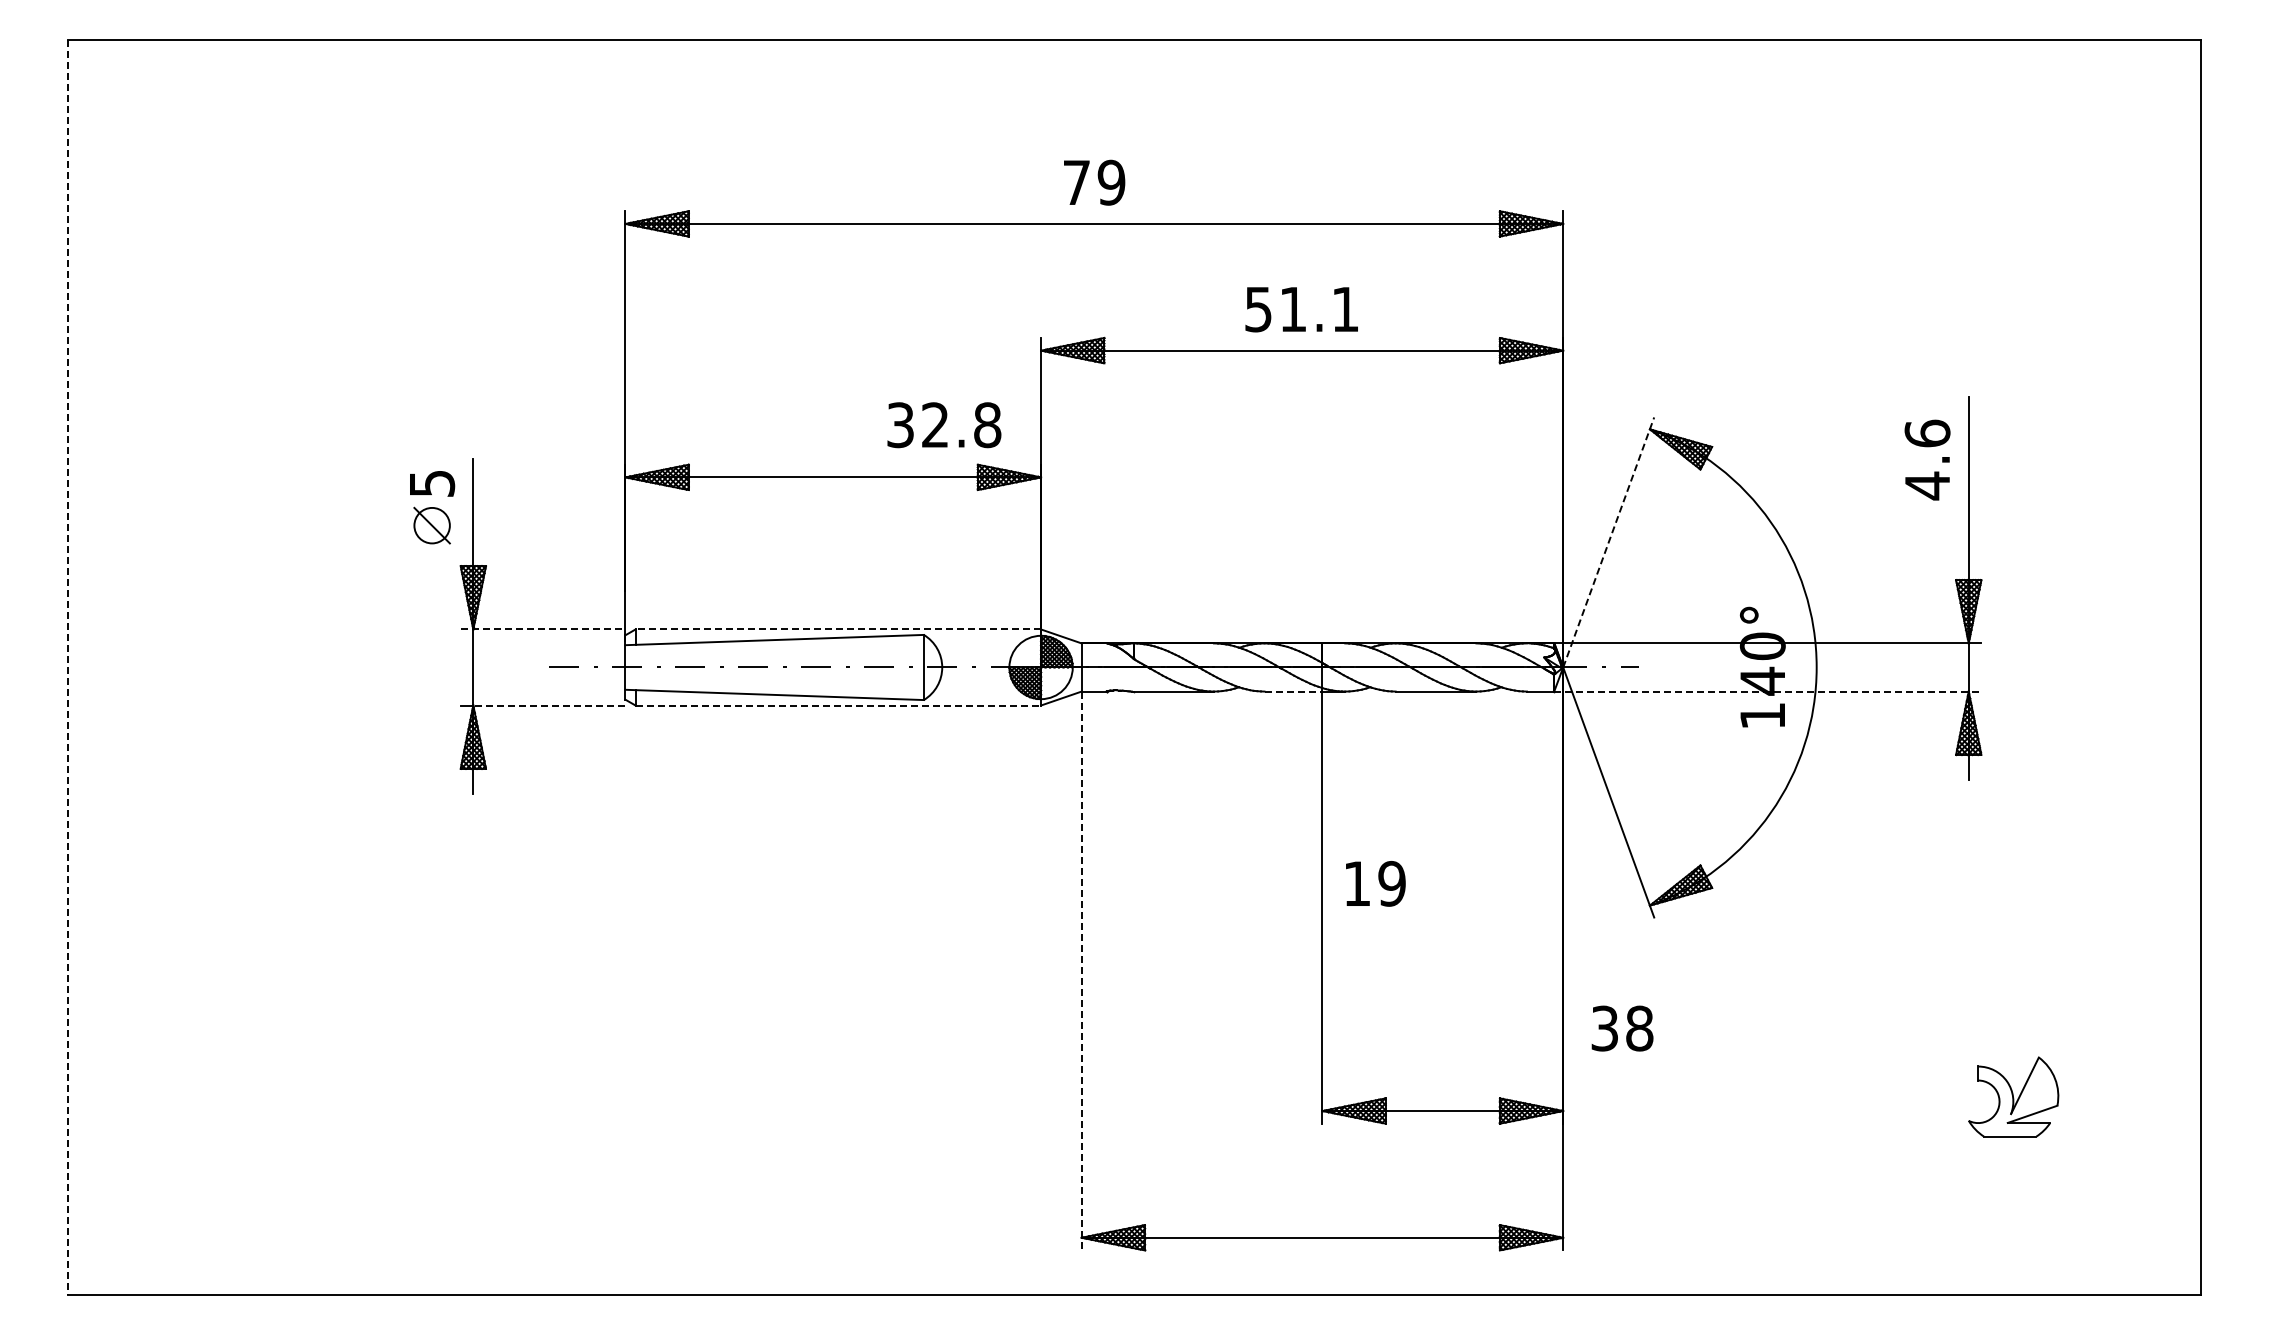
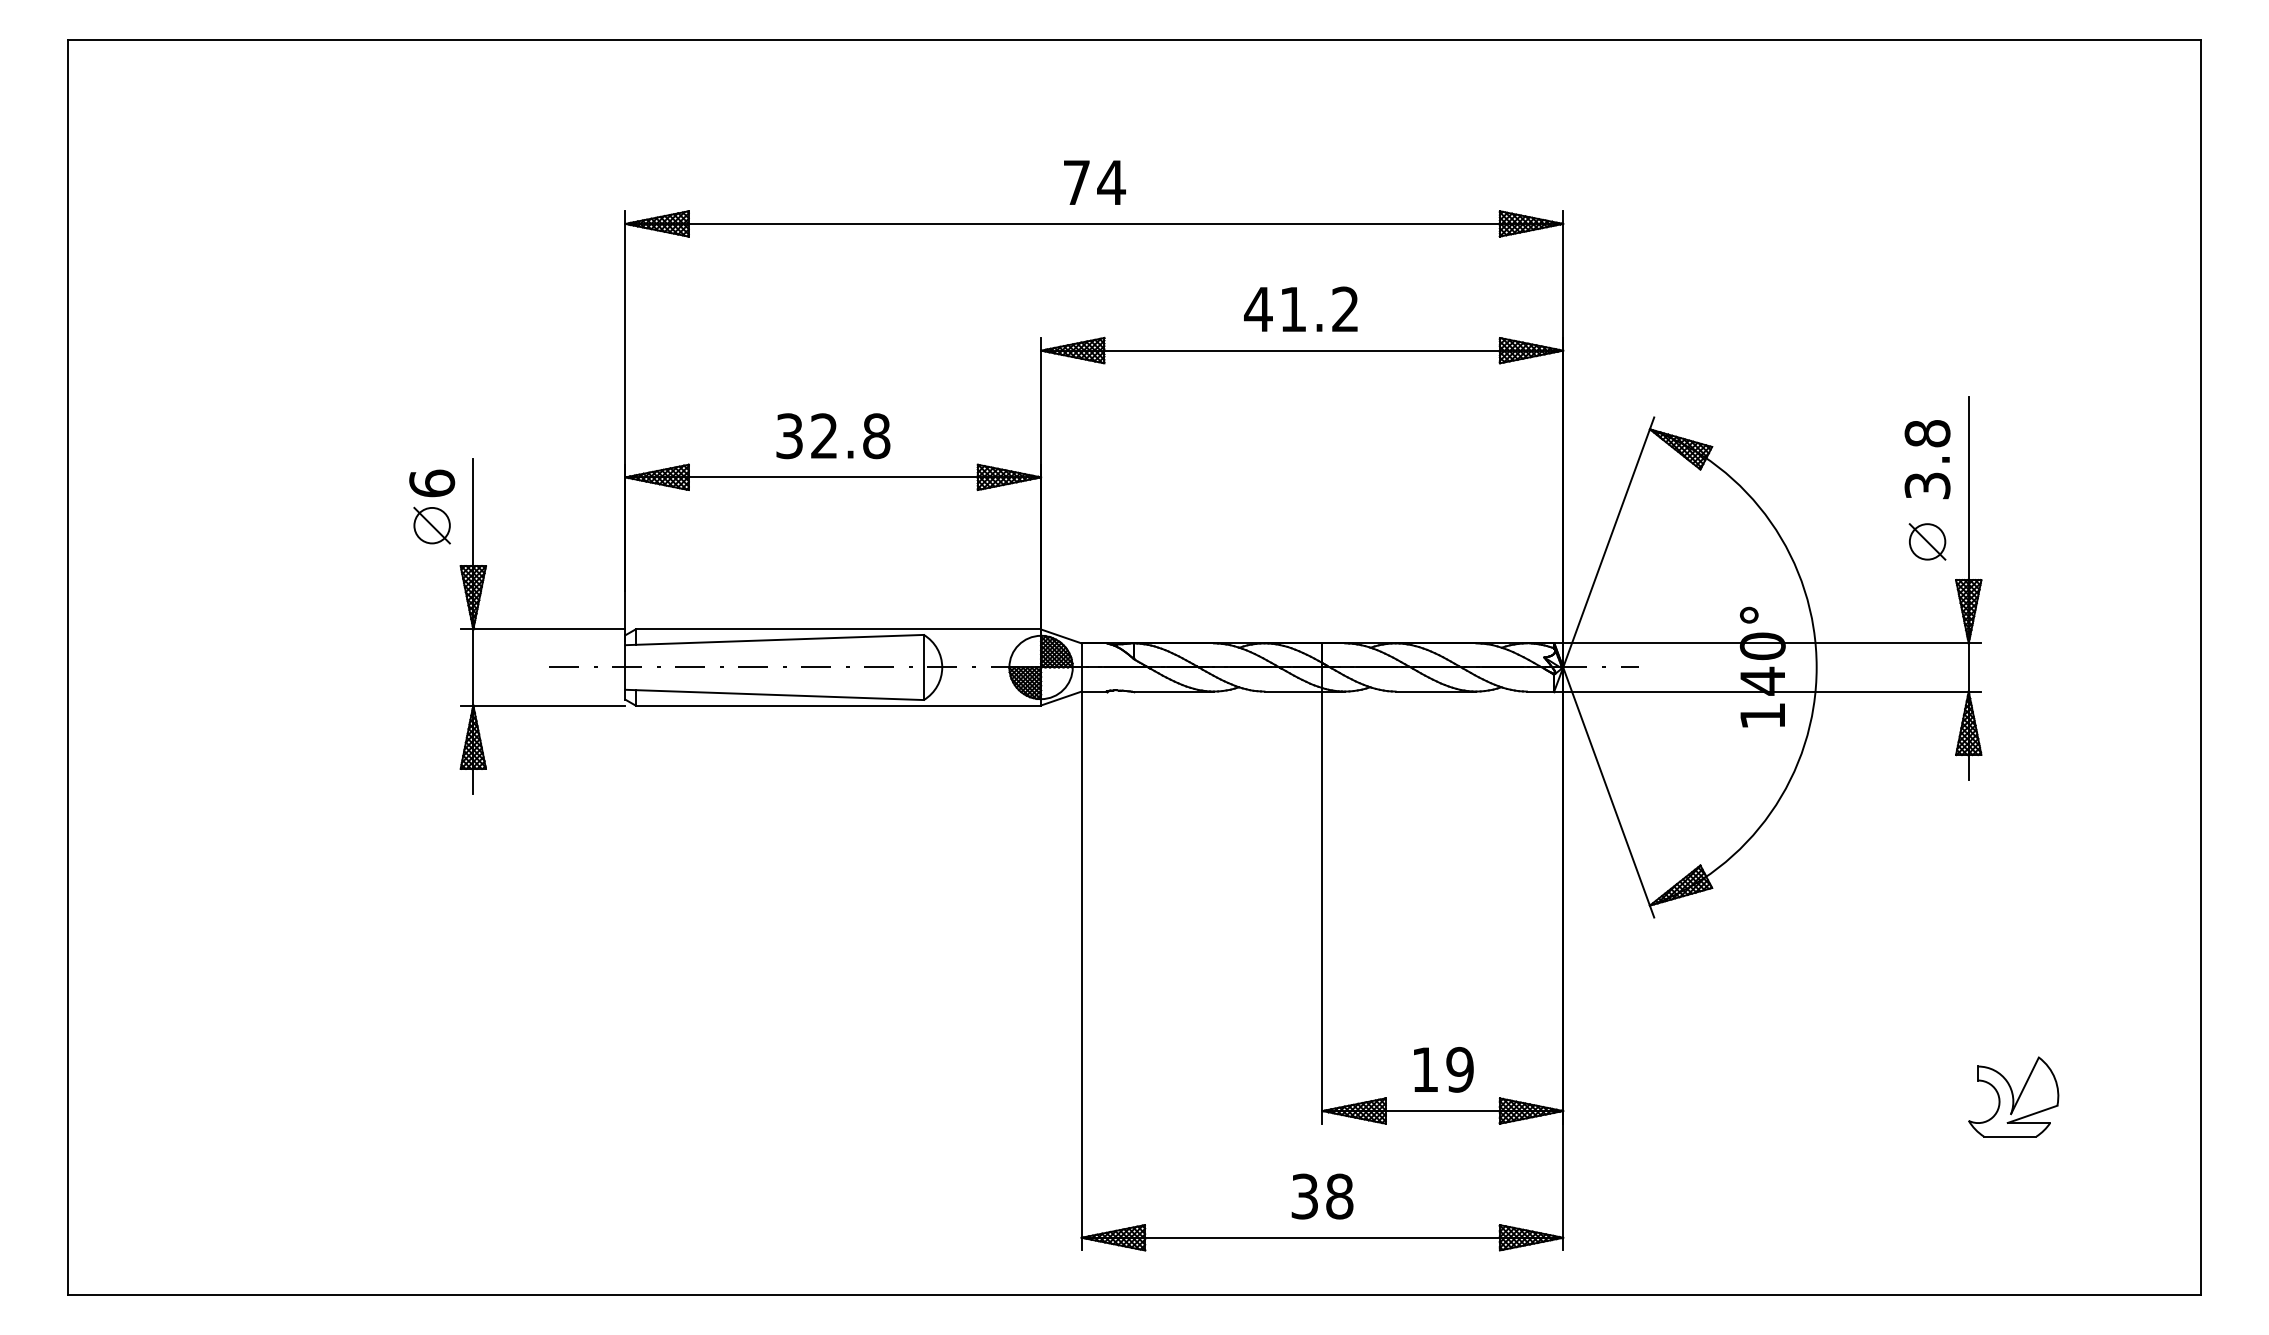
text at (1111, 182): 79 -> 74
text at (1300, 309): 51.1 -> 41.2
text at (944, 425) position: (944, 425) -> (833, 436)
text at (1927, 459): 4.6 -> 3.8
text at (432, 483): 5 -> 6
part at (1927, 541): none -> present
line at (1608, 542): dashed -> solid
line at (543, 629): dashed -> solid
line at (838, 629): dashed -> solid
line at (68, 667): dashed -> solid
line at (1293, 691): dashed -> solid
line at (1768, 691): dashed -> solid
line at (548, 705): dashed -> solid
line at (838, 705): dashed -> solid
text at (1375, 883) position: (1375, 883) -> (1443, 1069)
line at (1081, 971): dashed -> solid
text at (1622, 1028) position: (1622, 1028) -> (1322, 1196)
